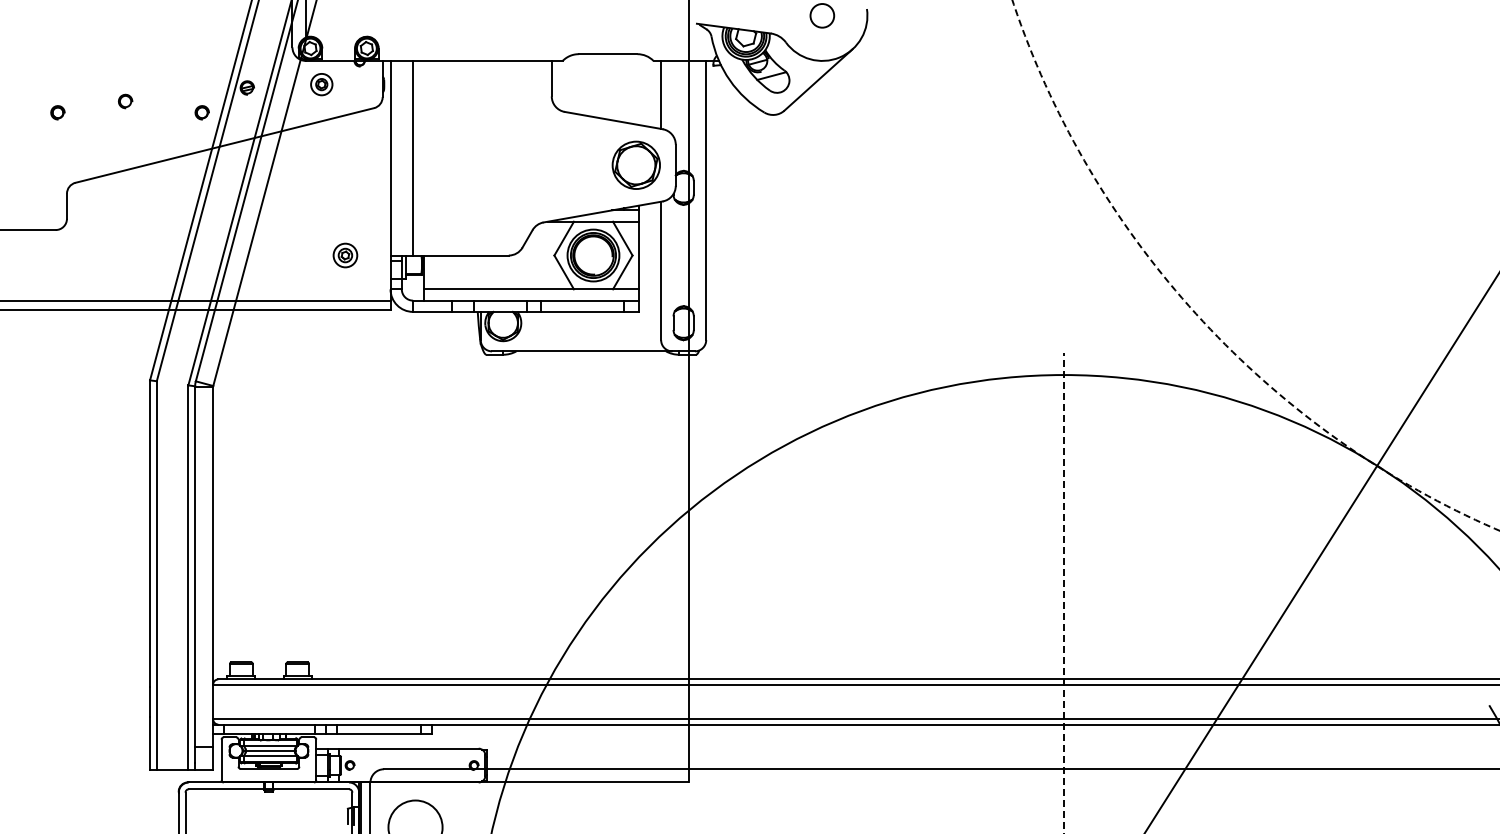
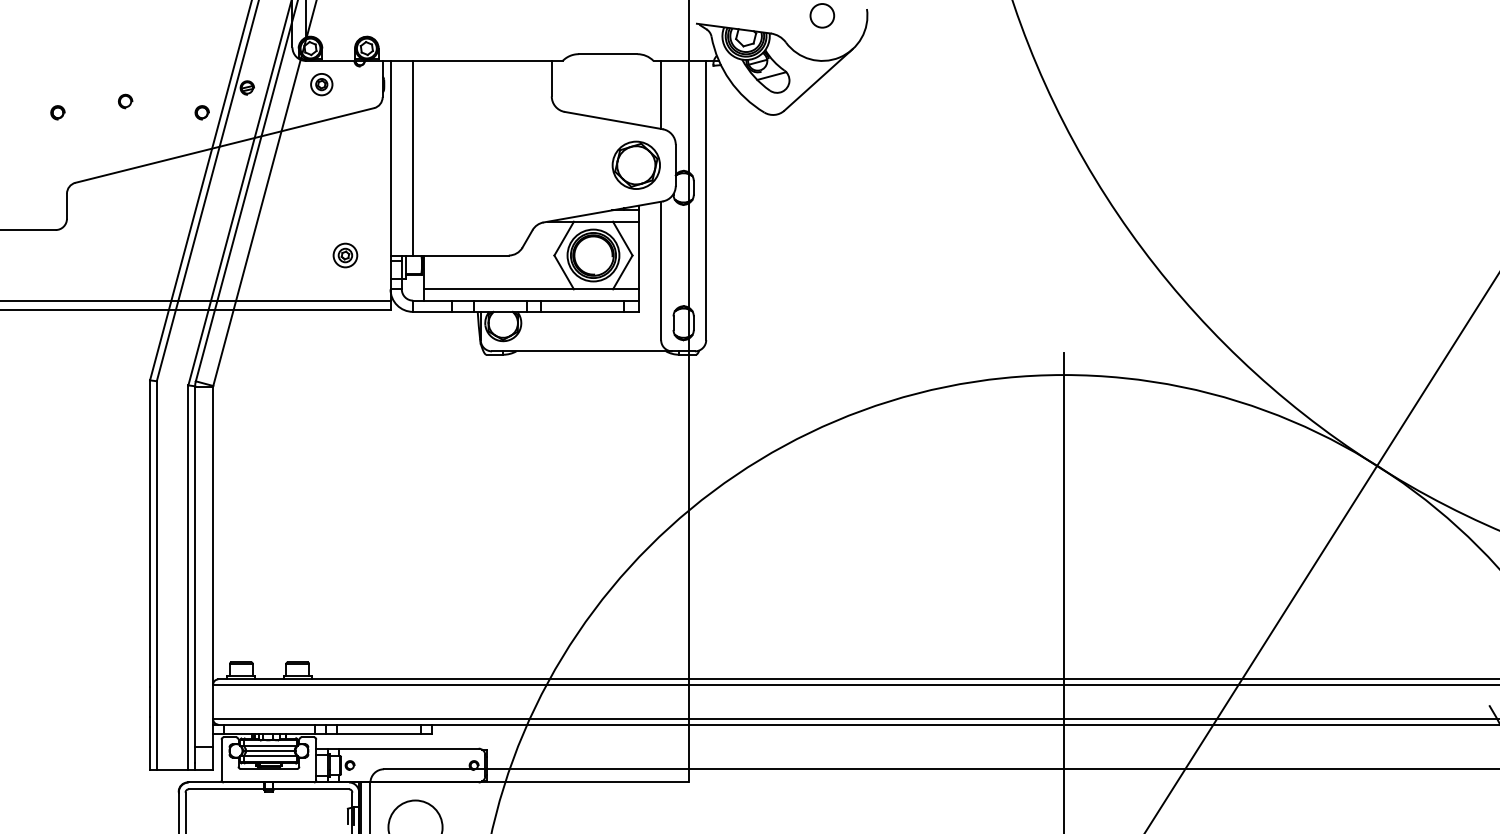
circle at (1255, 265): dashed -> solid
line at (1063, 592): dashed -> solid
